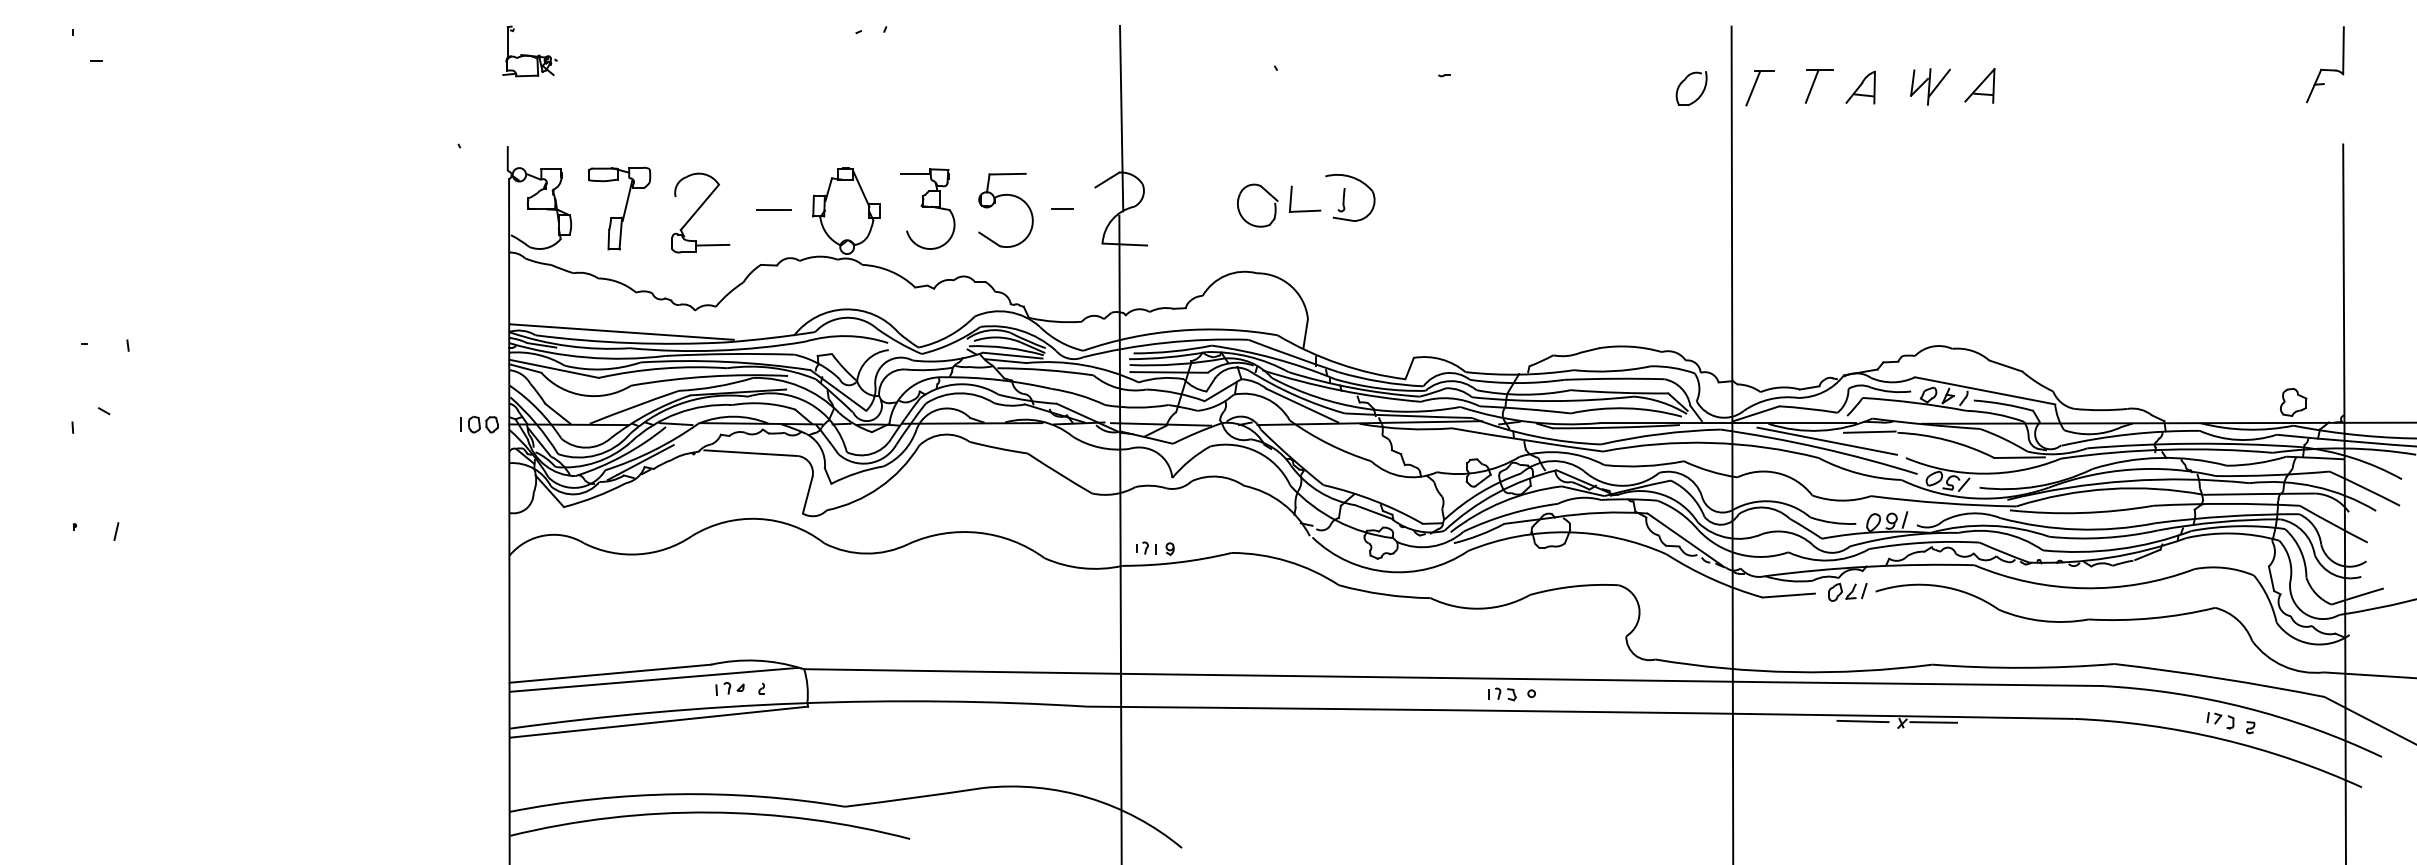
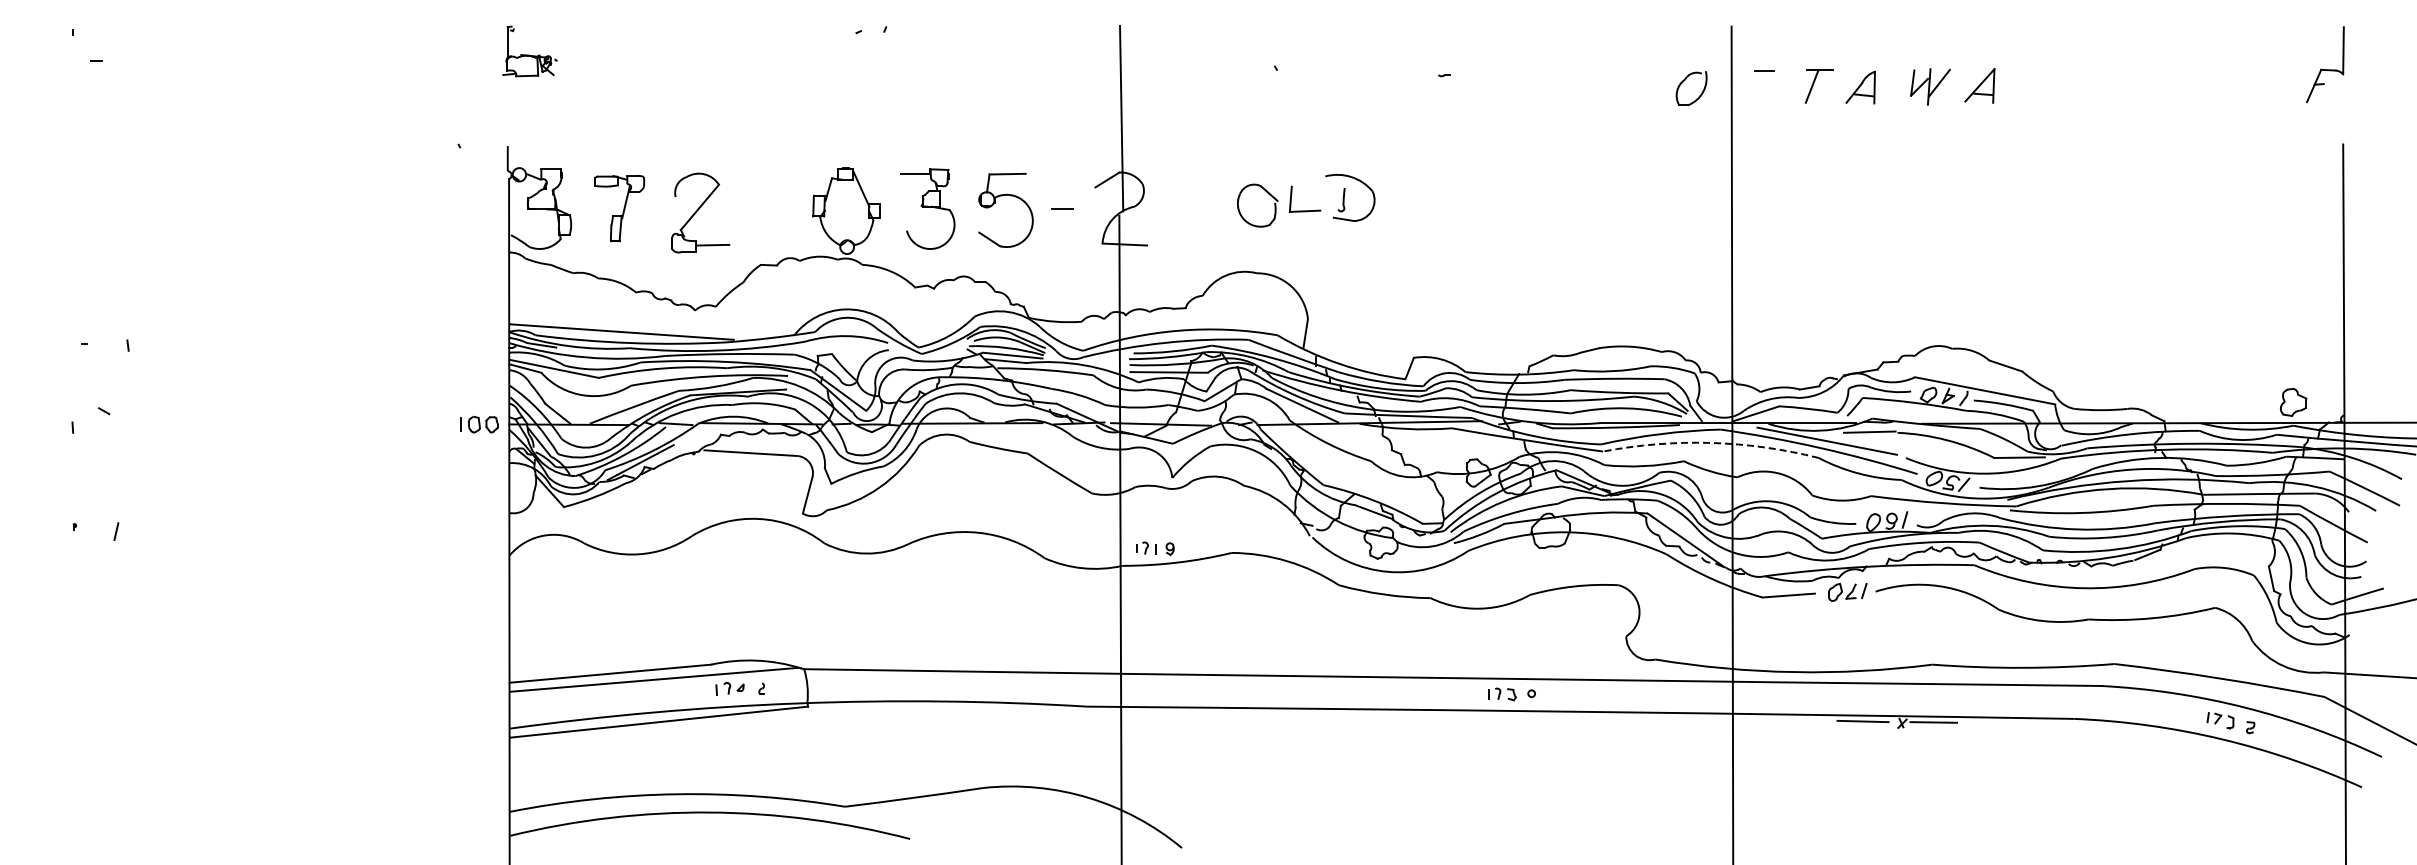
line at (1753, 88): present -> none
part at (619, 208) size: 64x85 px -> 52x68 px
line at (774, 210): present -> none
arc at (1711, 442): solid -> dashed
